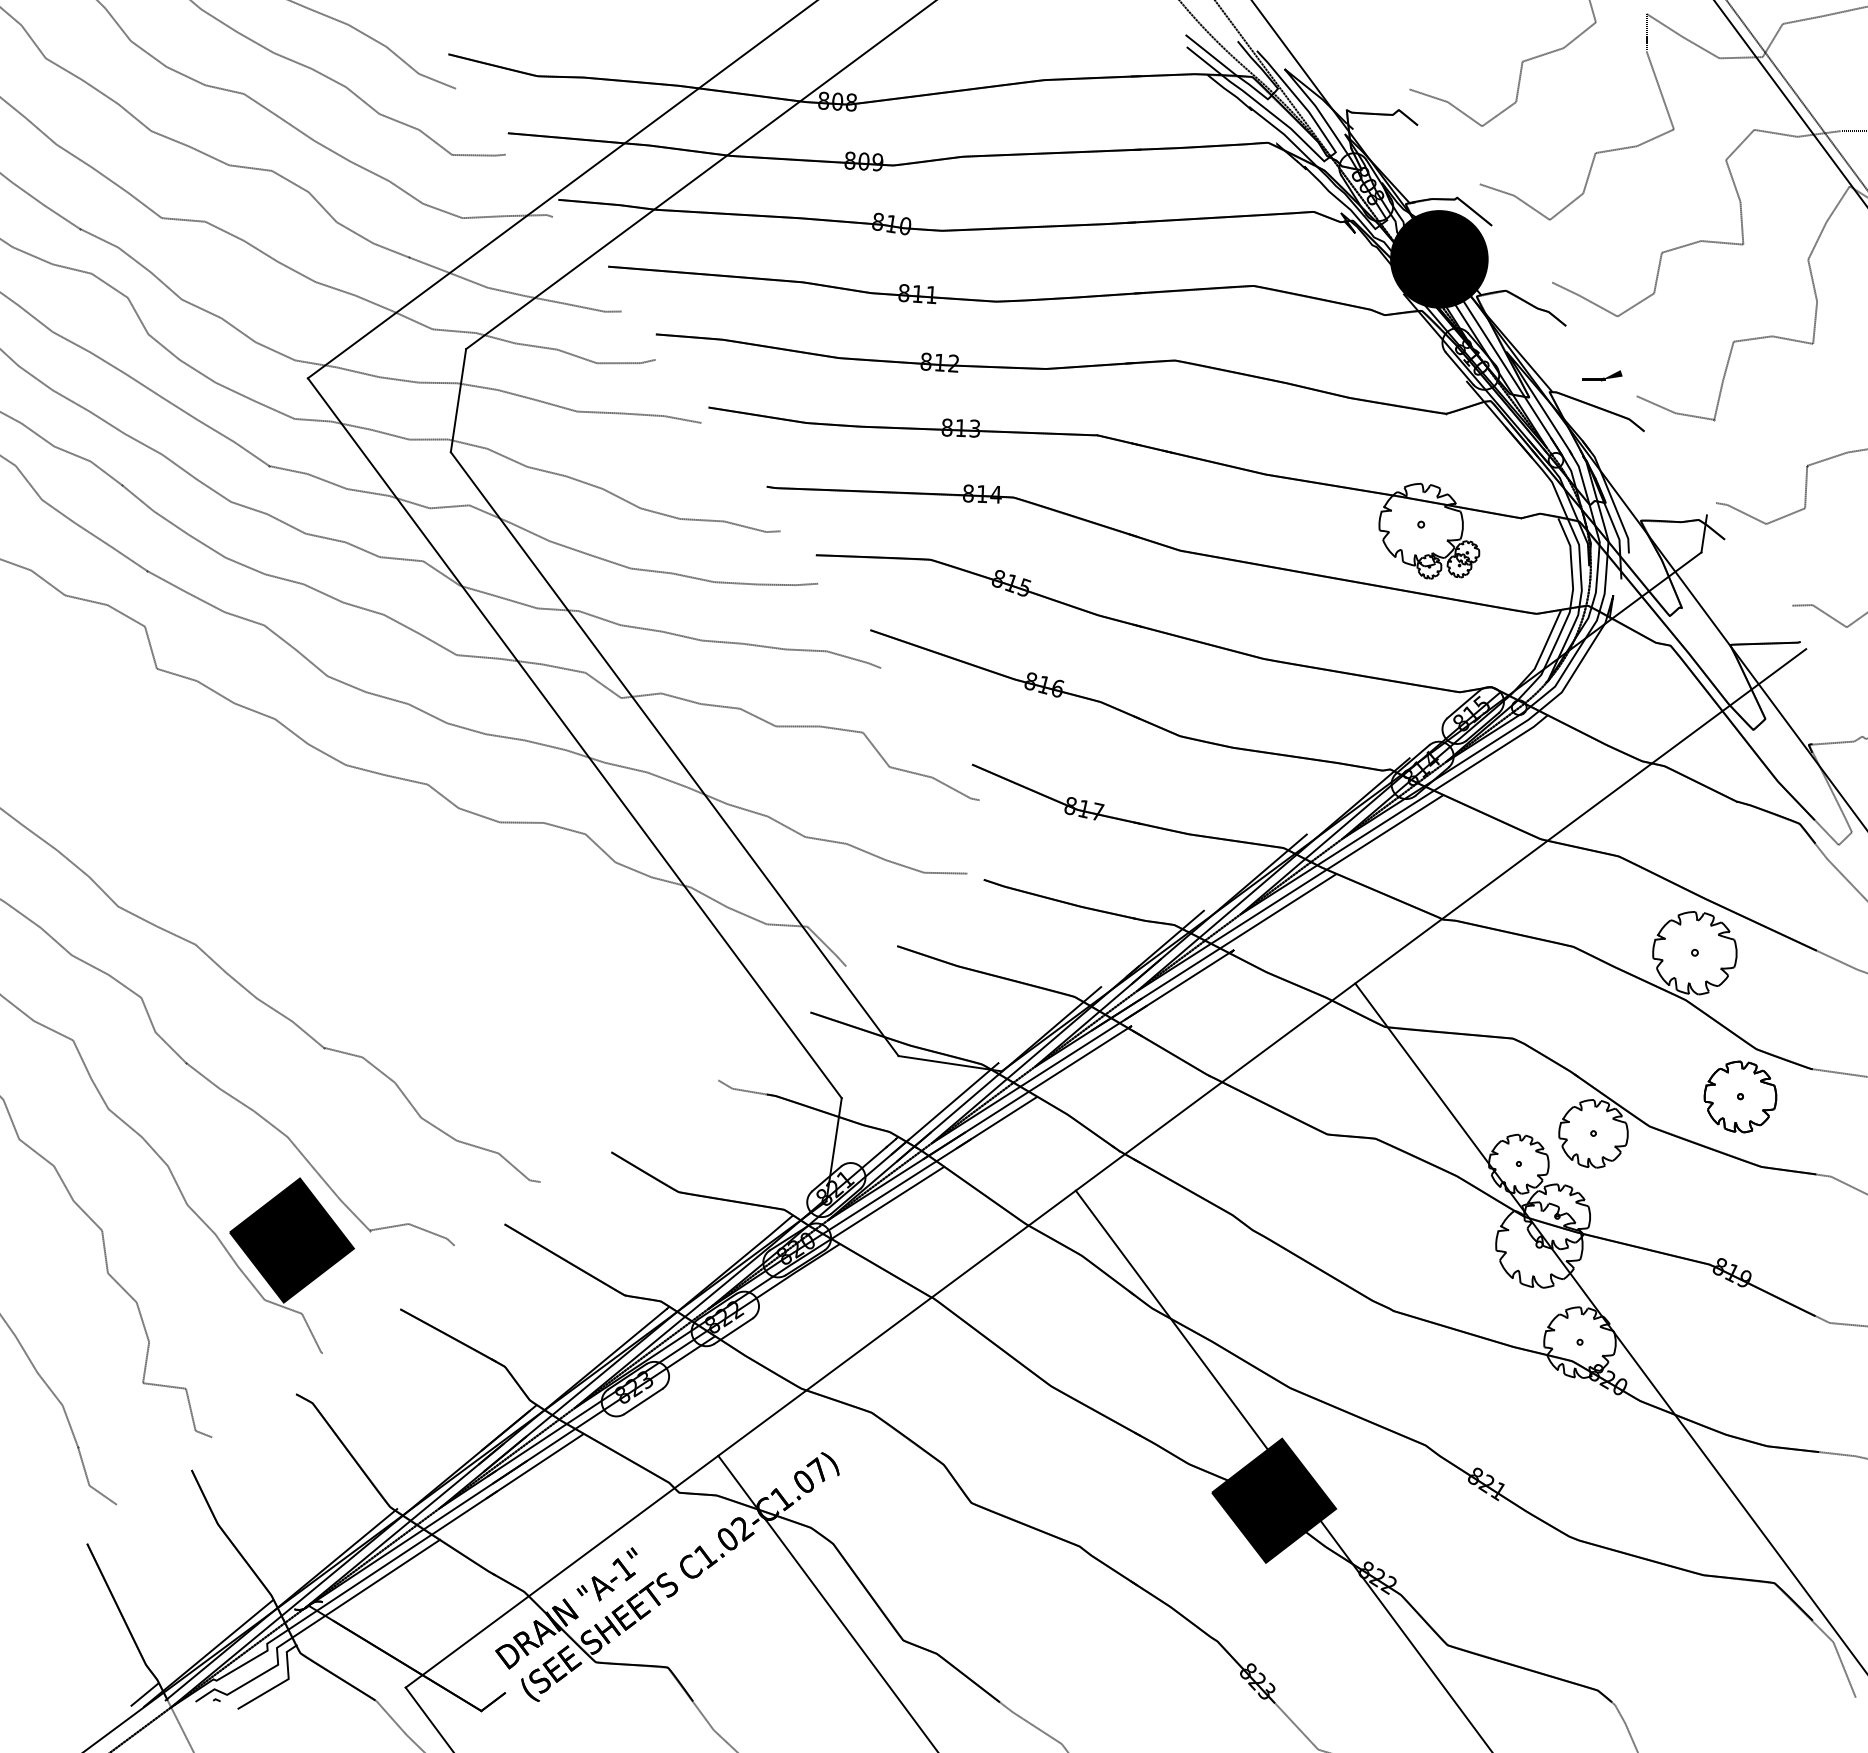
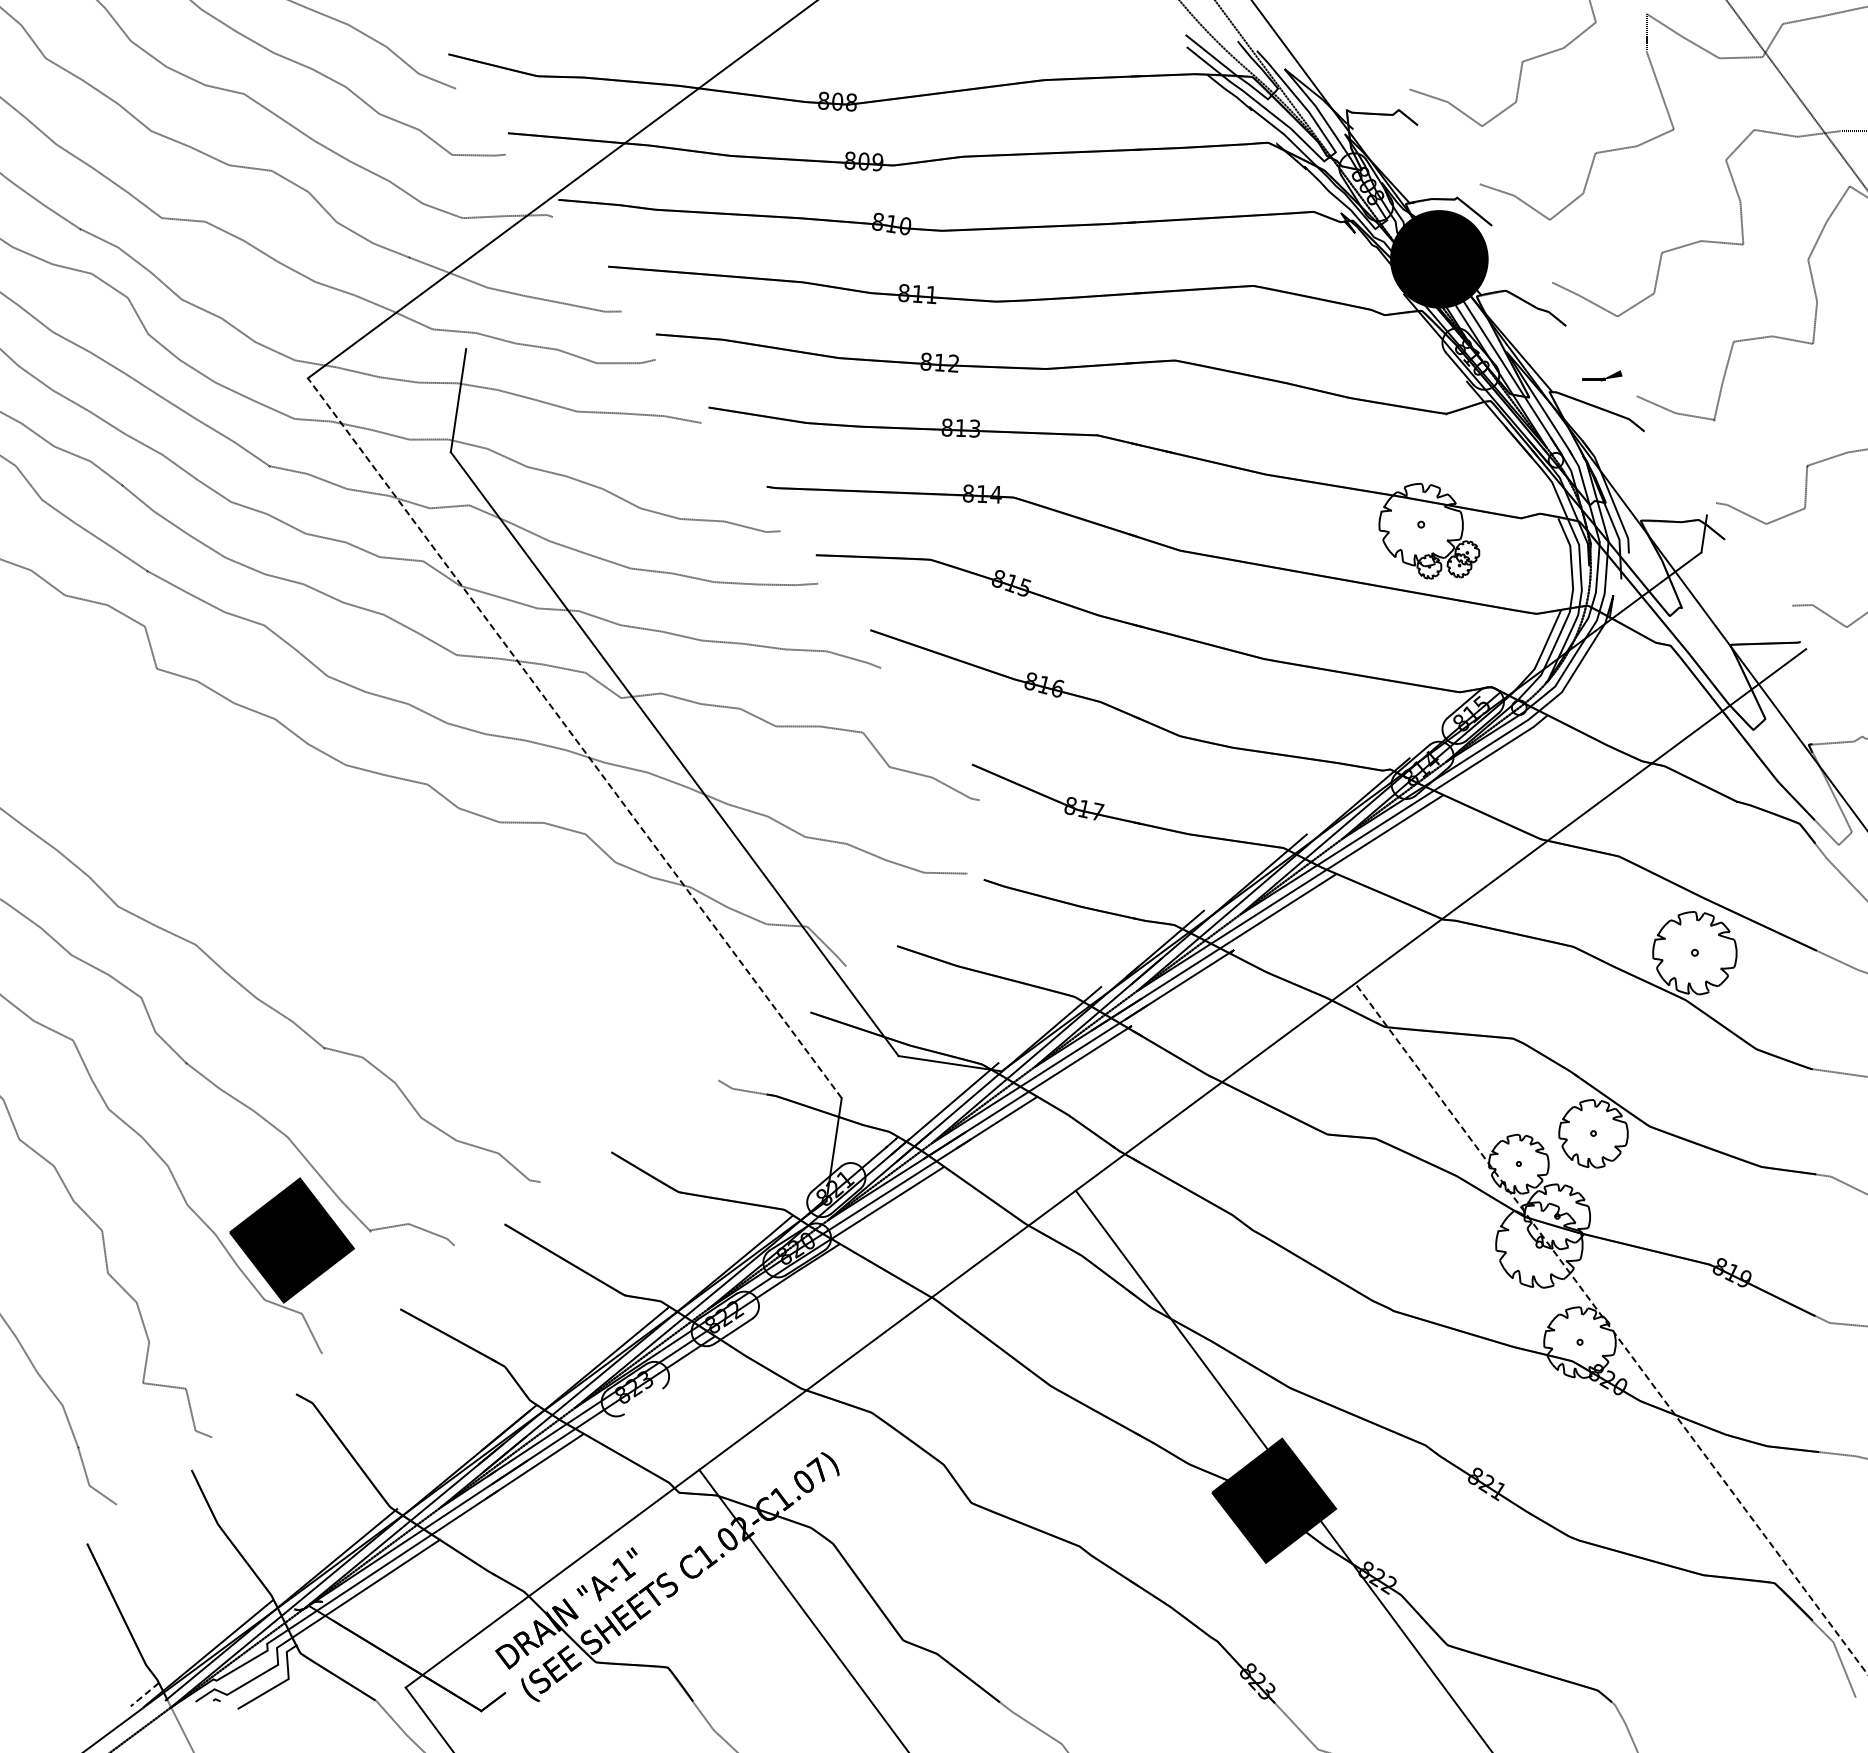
line at (1789, 102): present -> none
line at (699, 175): present -> none
line at (574, 737): solid -> dashed
part at (1740, 1096): present -> none
line at (1611, 1328): solid -> dashed
line at (643, 1401): present -> none
line at (827, 1602) position: (827, 1602) -> (802, 1609)
line at (144, 1694): solid -> dashed
